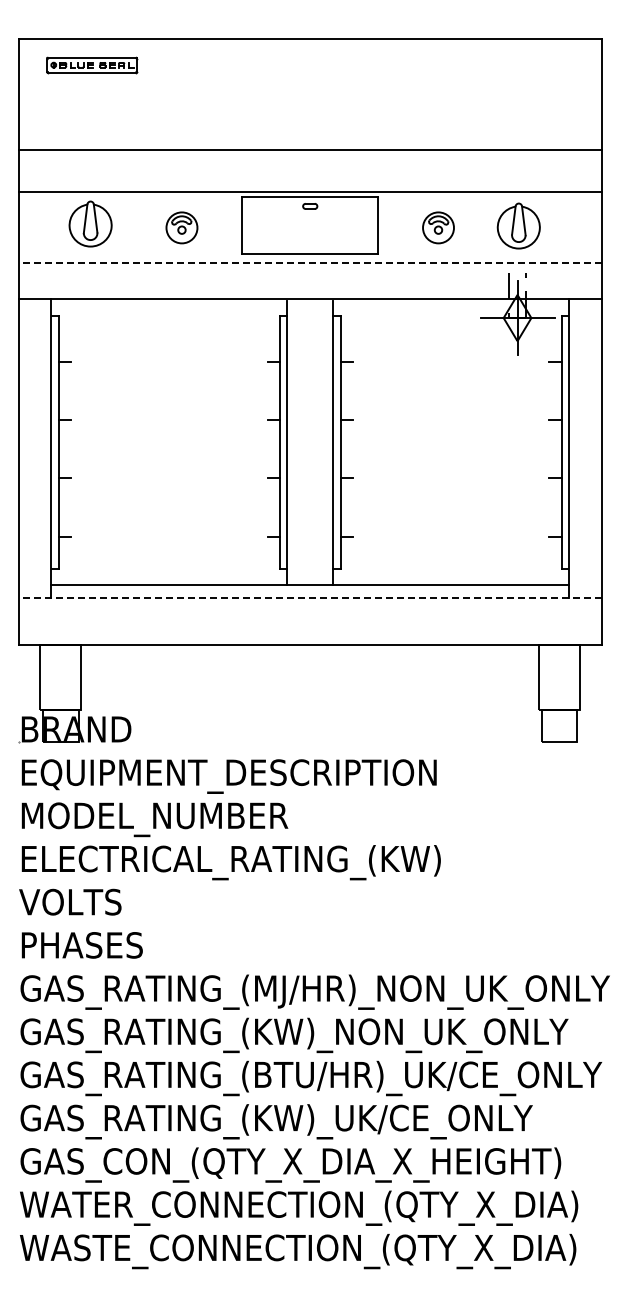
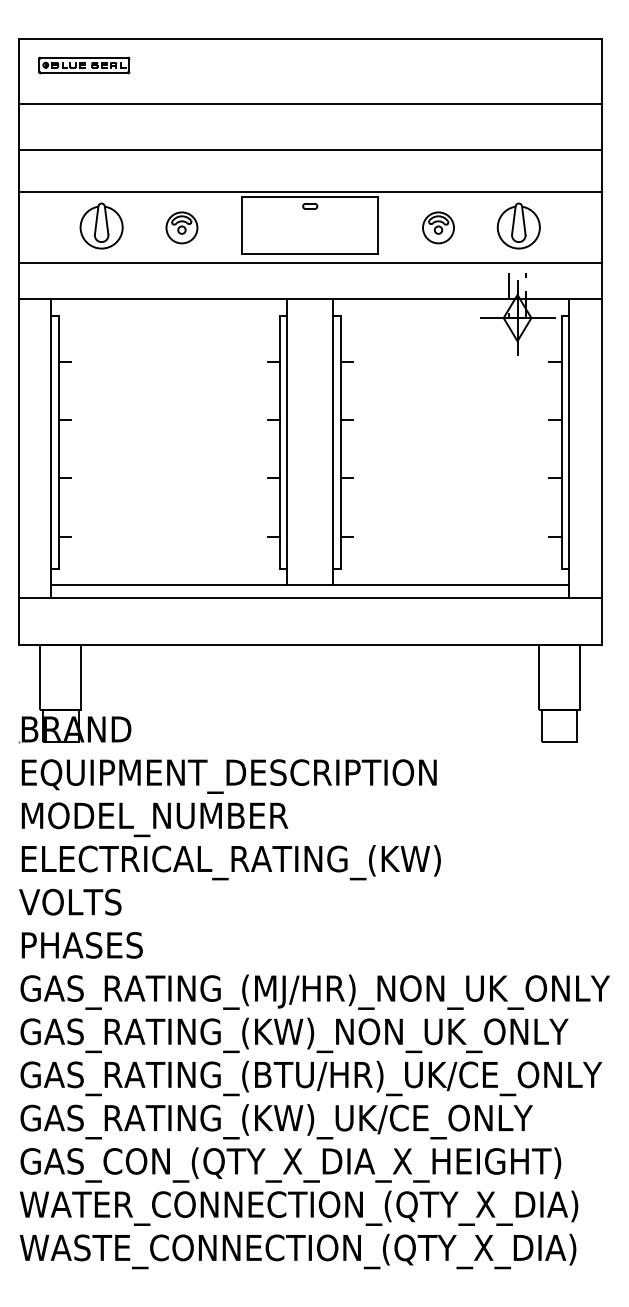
part at (92, 65) position: (92, 65) -> (84, 65)
line at (309, 103): none -> present
part at (90, 223) position: (90, 223) -> (101, 225)
line at (310, 263): dashed -> solid
line at (310, 598): dashed -> solid
